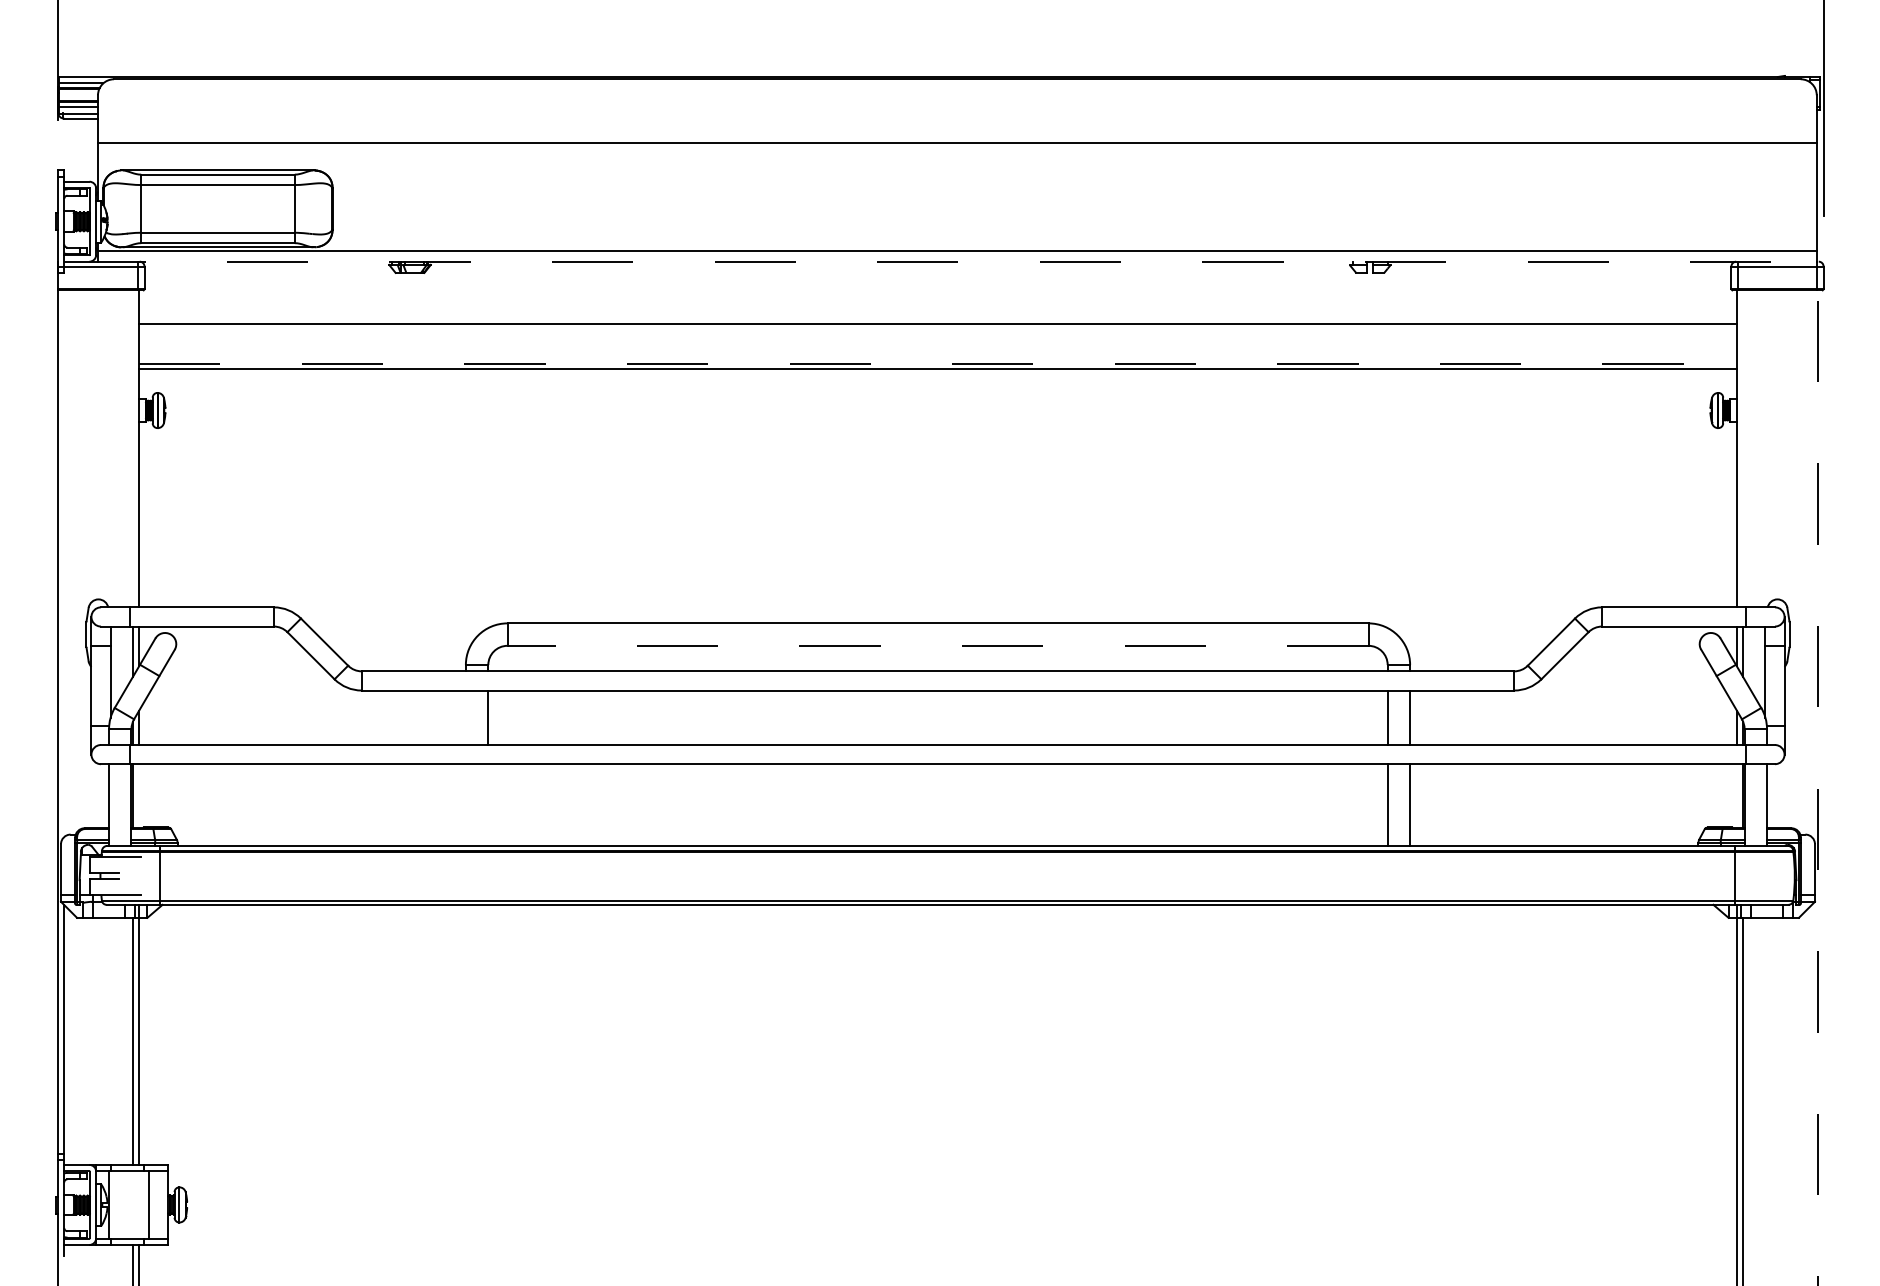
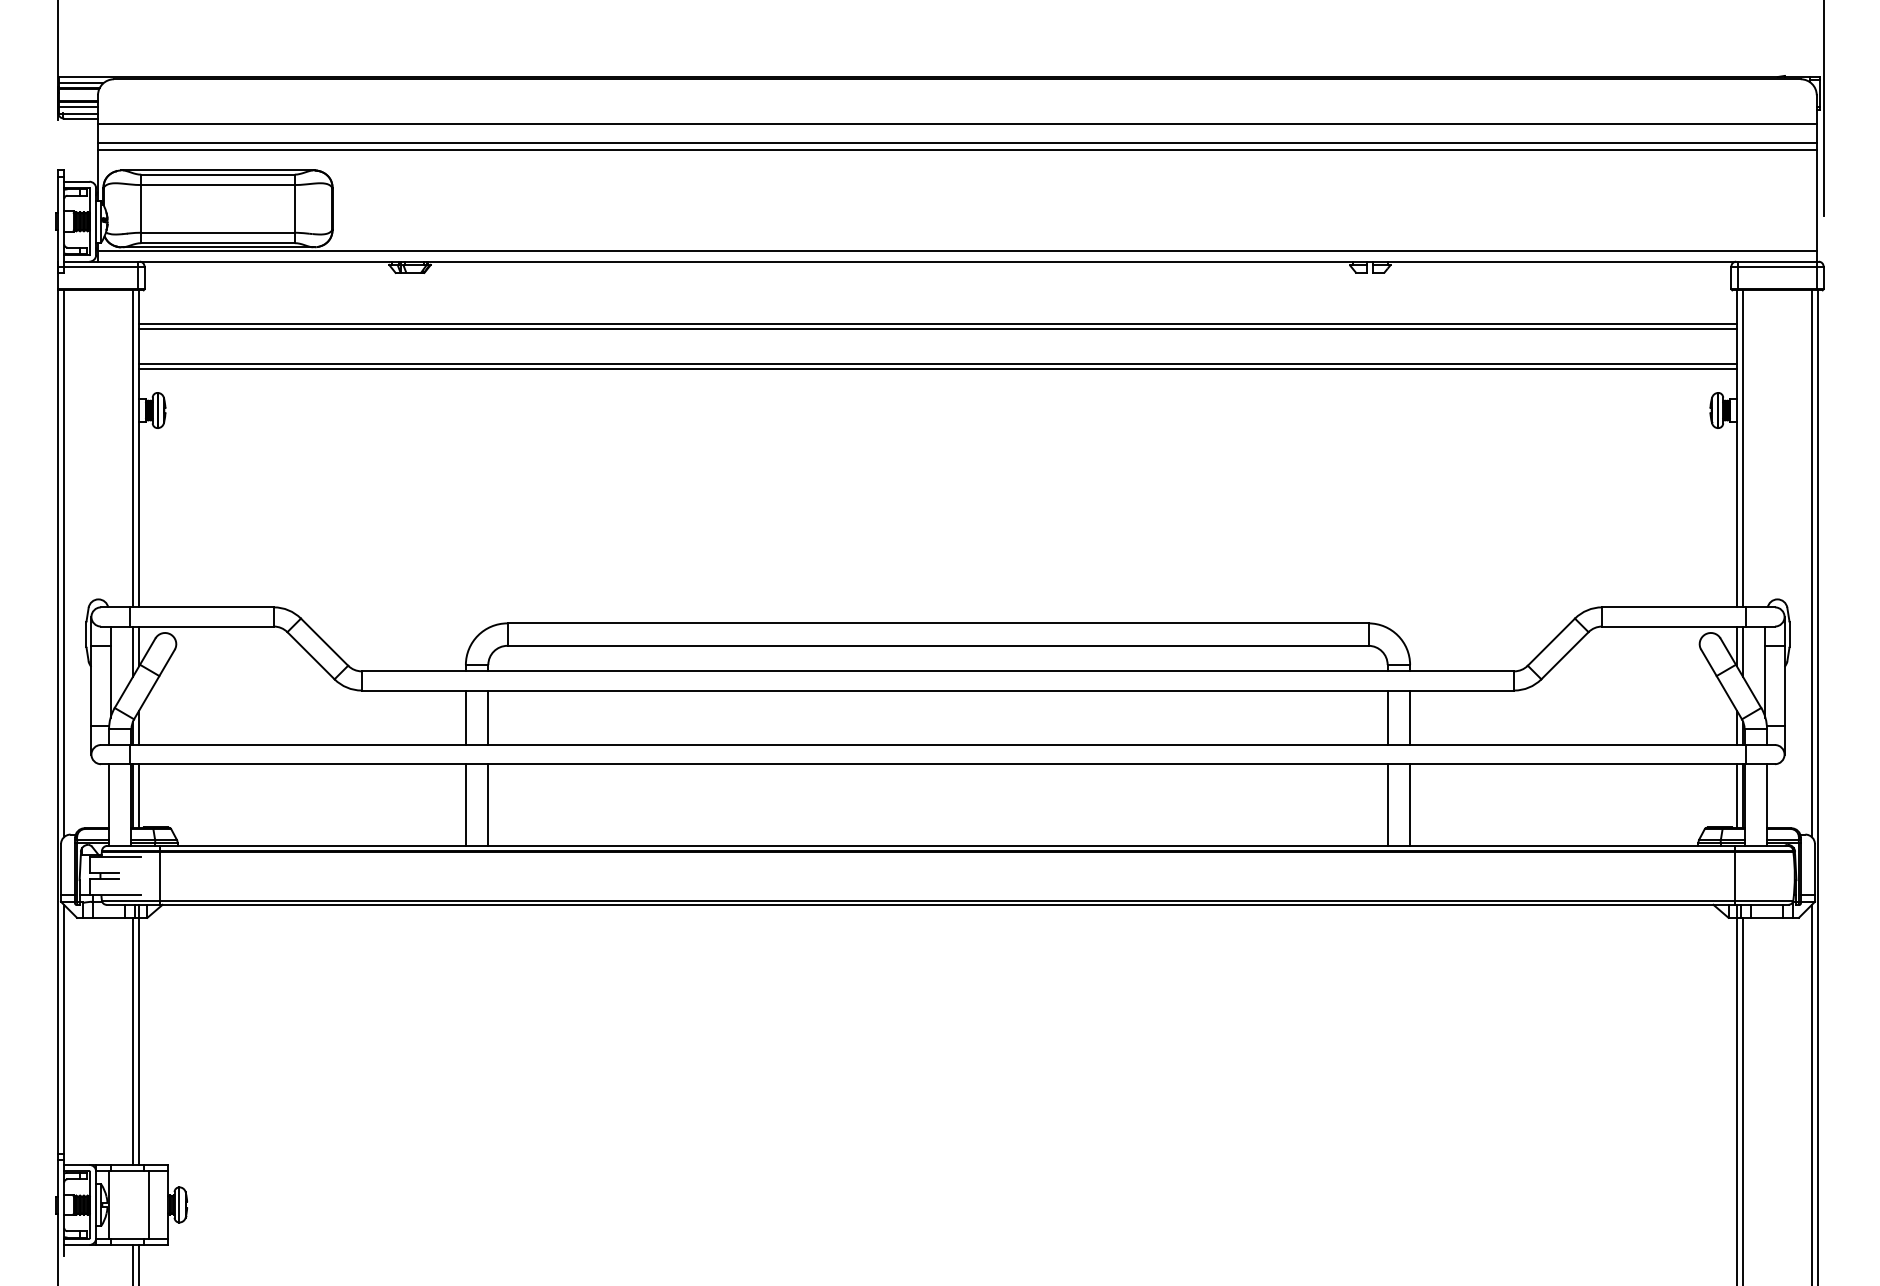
line at (957, 124): none -> present
line at (957, 149): none -> present
line at (942, 261): dashed -> solid
line at (937, 328): none -> present
line at (938, 364): dashed -> solid
line at (132, 448): none -> present
line at (1743, 448): none -> present
line at (64, 563): none -> present
line at (1811, 563): none -> present
line at (937, 645): dashed -> solid
line at (465, 717): none -> present
line at (1818, 787): dashed -> solid
line at (139, 796): none -> present
line at (1736, 796): none -> present
line at (465, 804): none -> present
line at (488, 804): none -> present
line at (1811, 1093): none -> present
